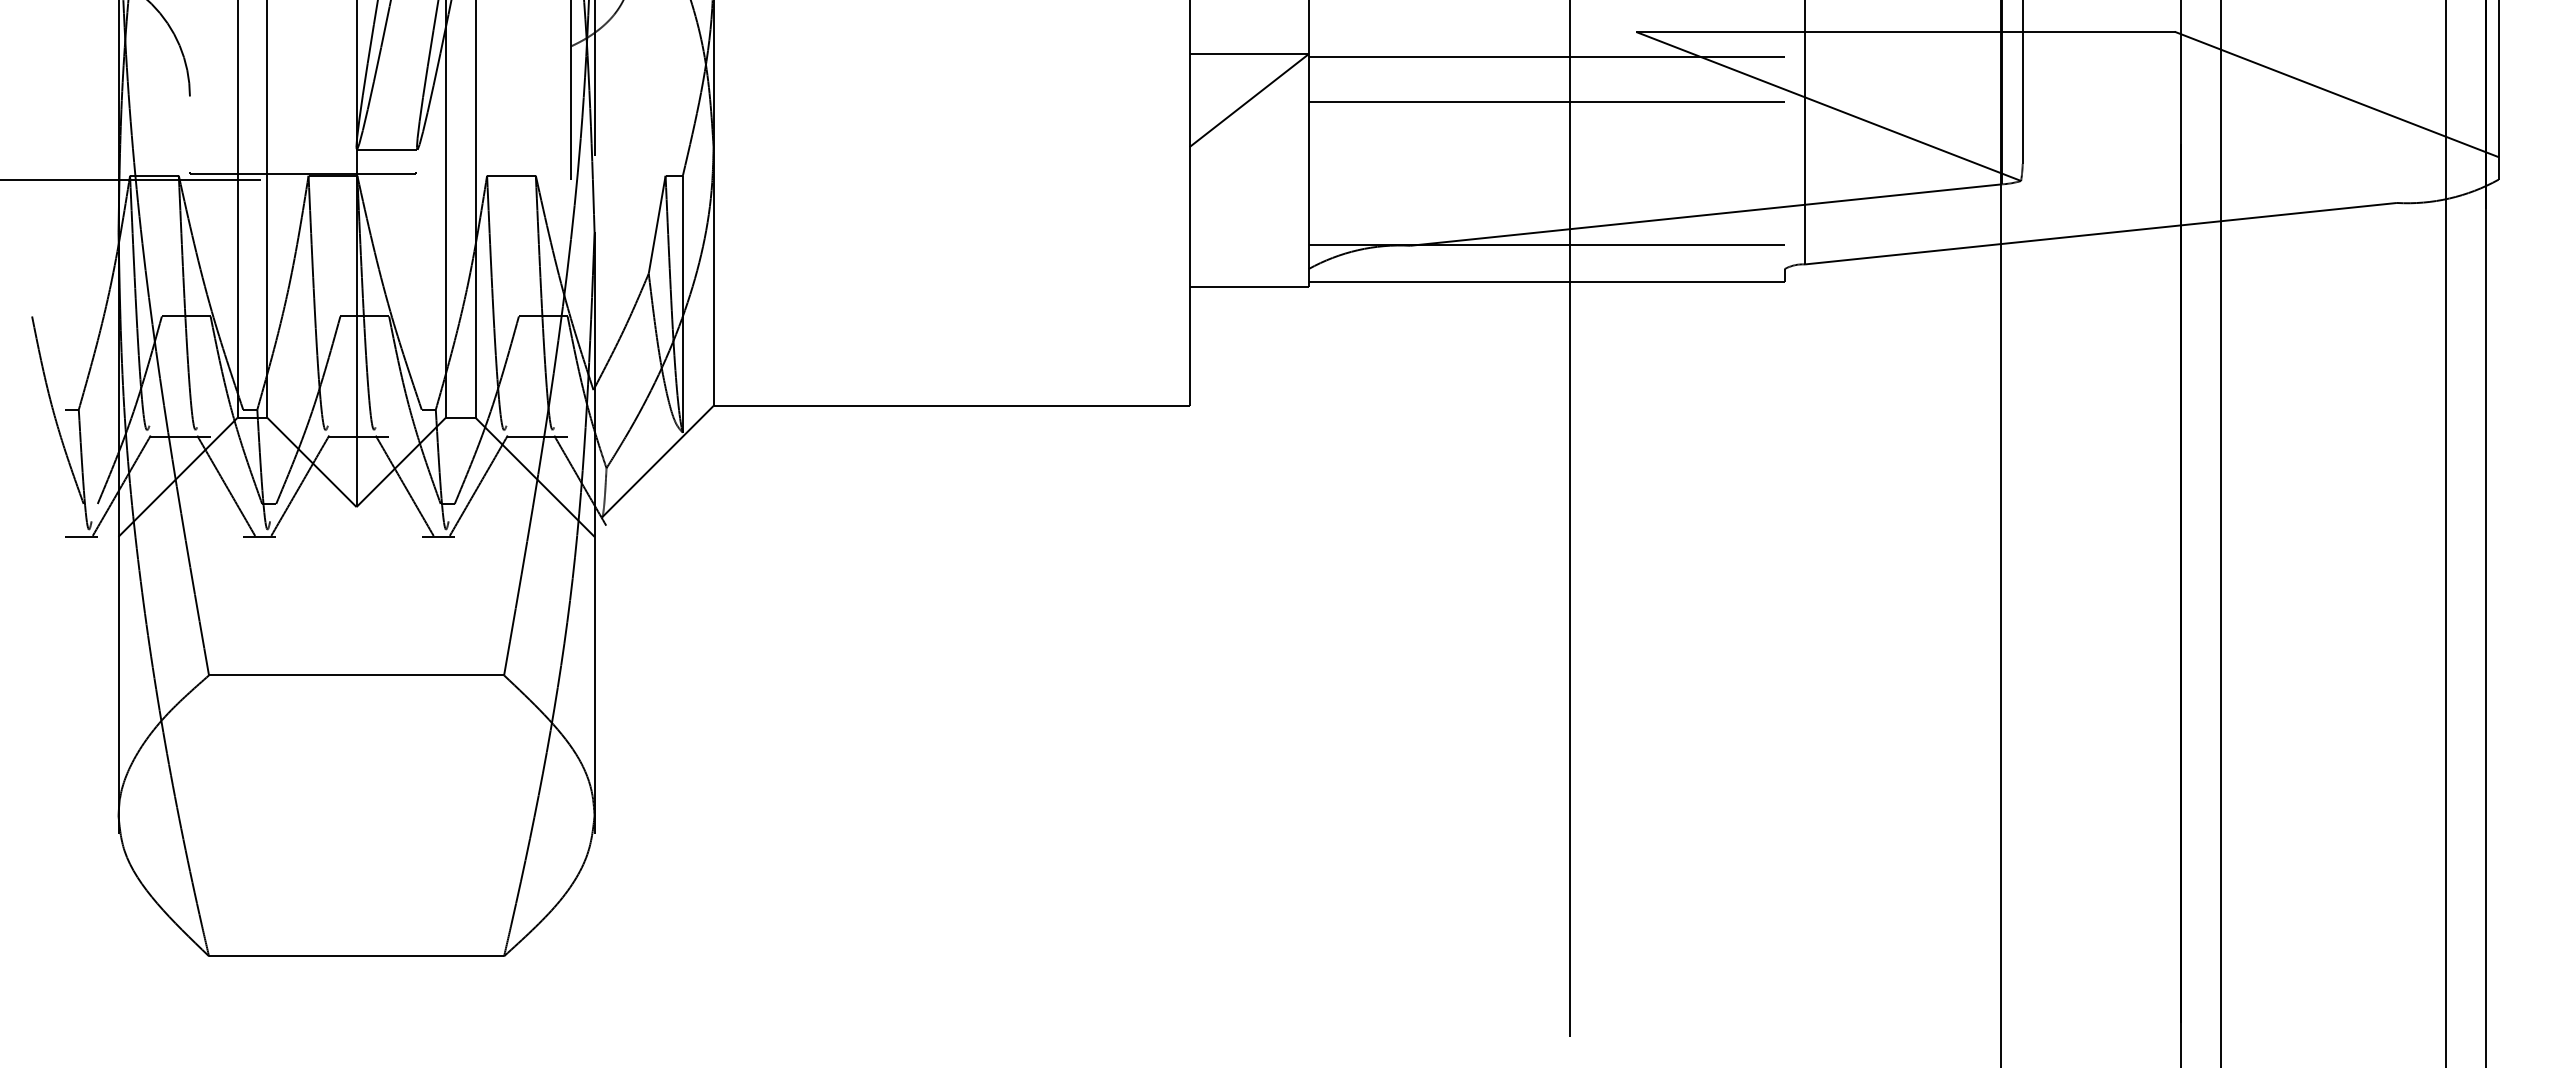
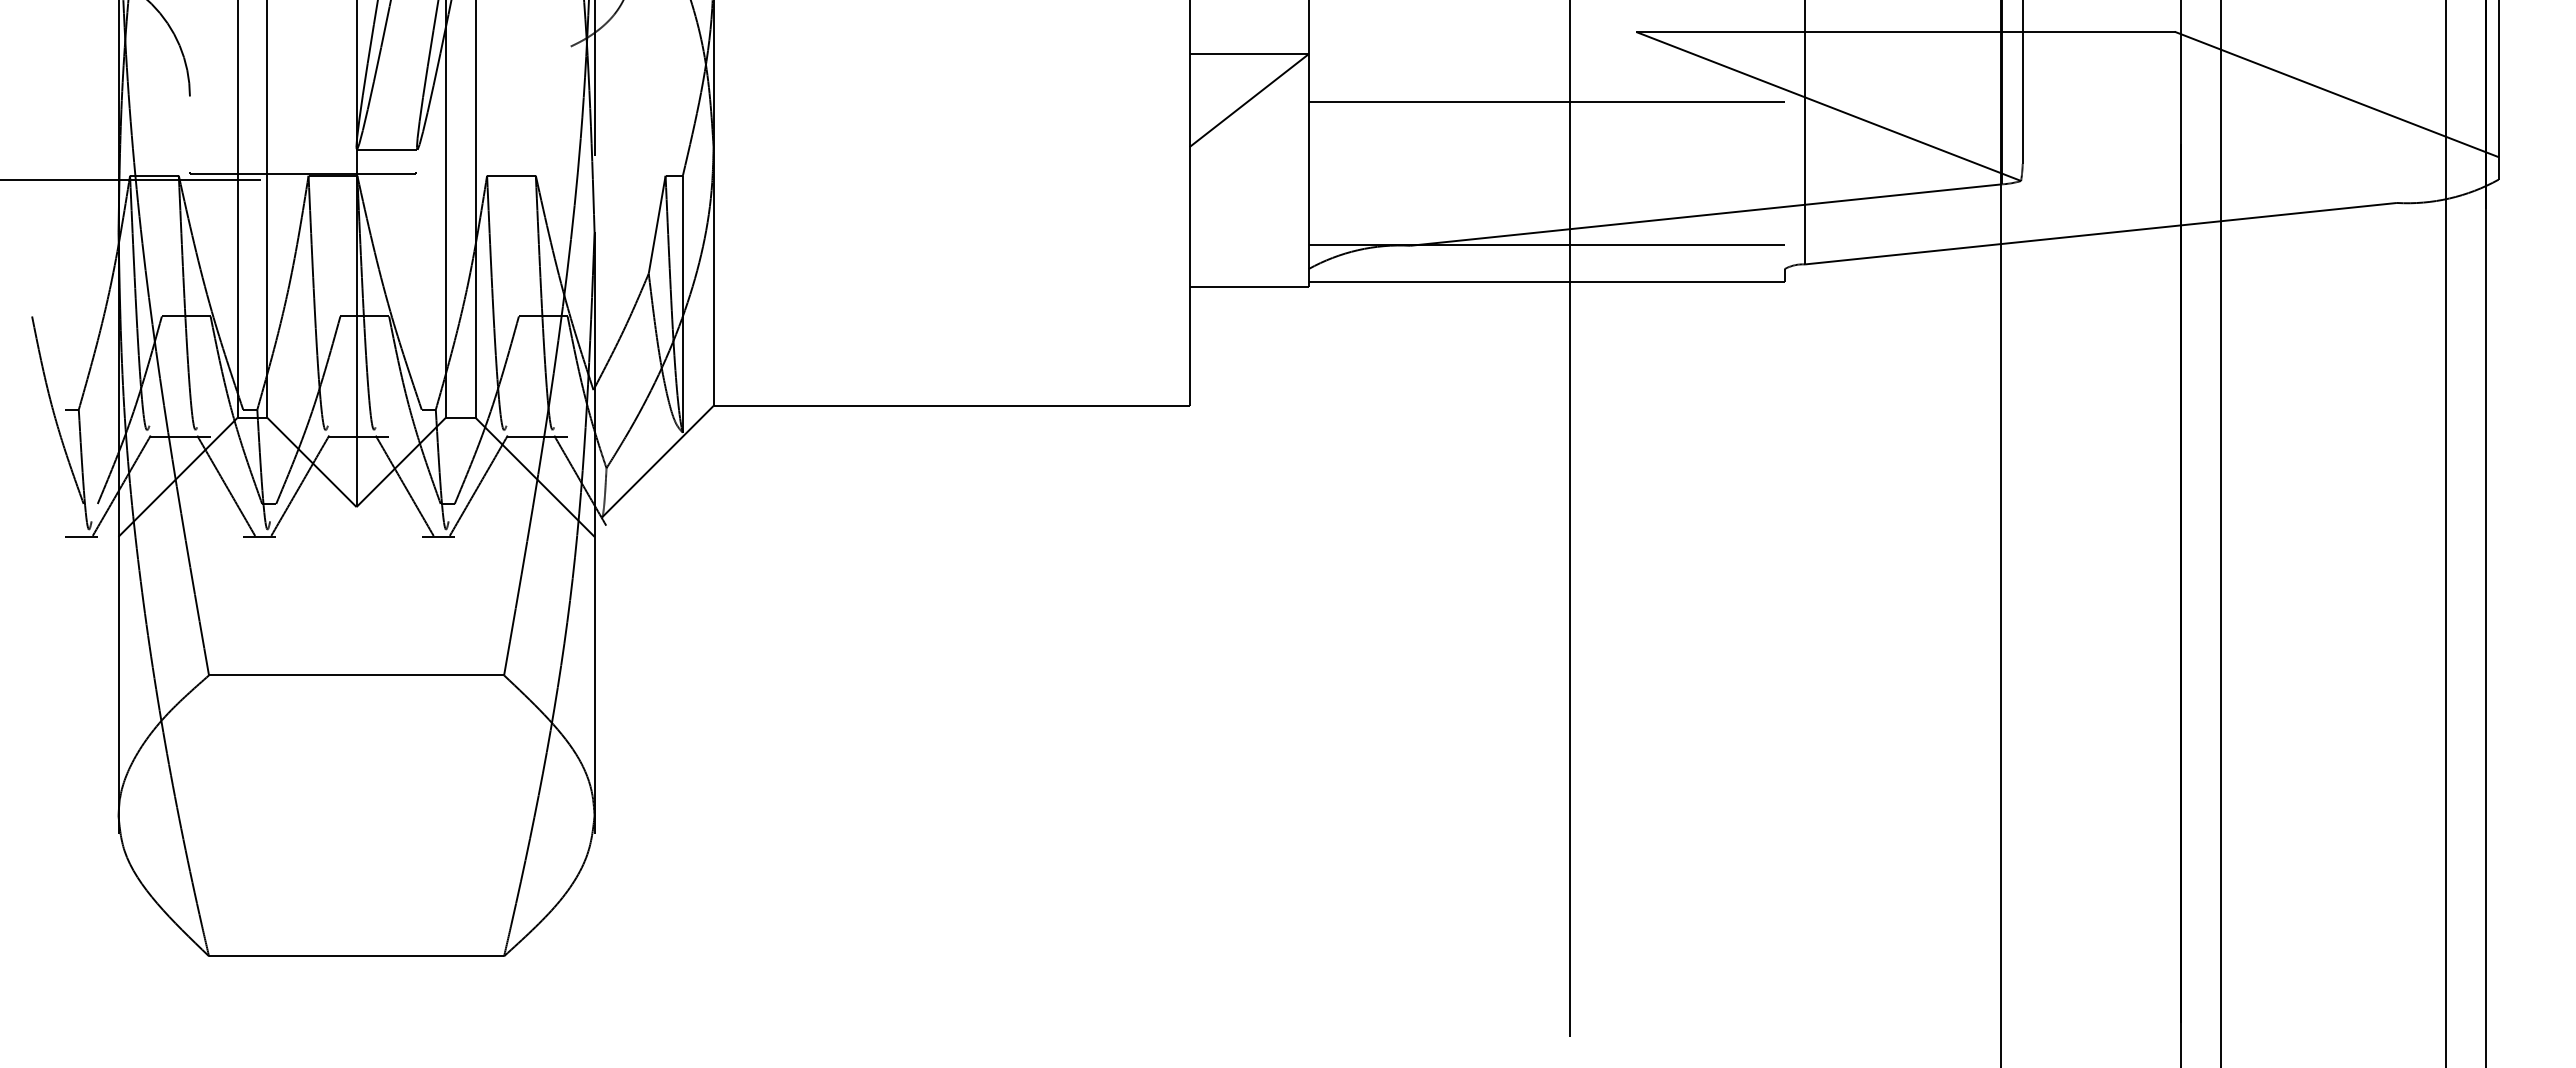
line at (1546, 56): present -> none
line at (570, 90): present -> none
